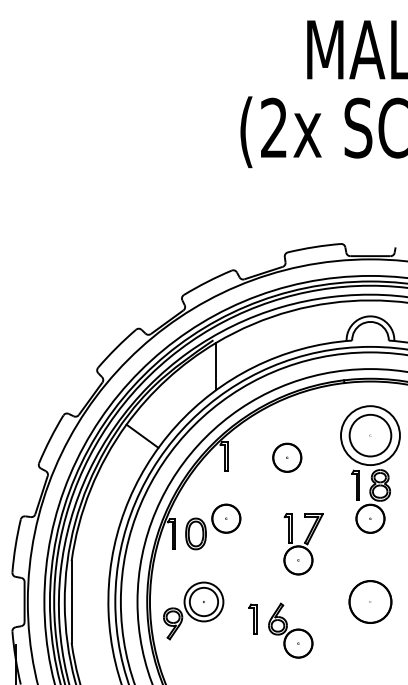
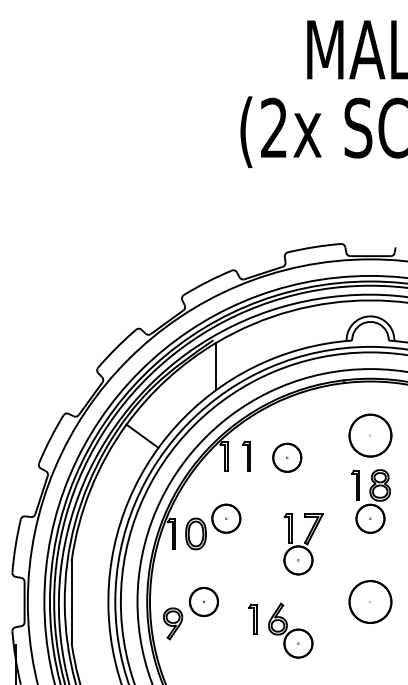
circle at (370, 435) diameter: 59 px -> 42 px
part at (246, 455): none -> present
circle at (203, 601) diameter: 39 px -> 28 px
